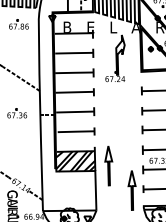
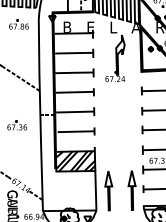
part at (17, 113) position: (17, 113) -> (17, 125)
part at (108, 165) position: (108, 165) -> (108, 190)
